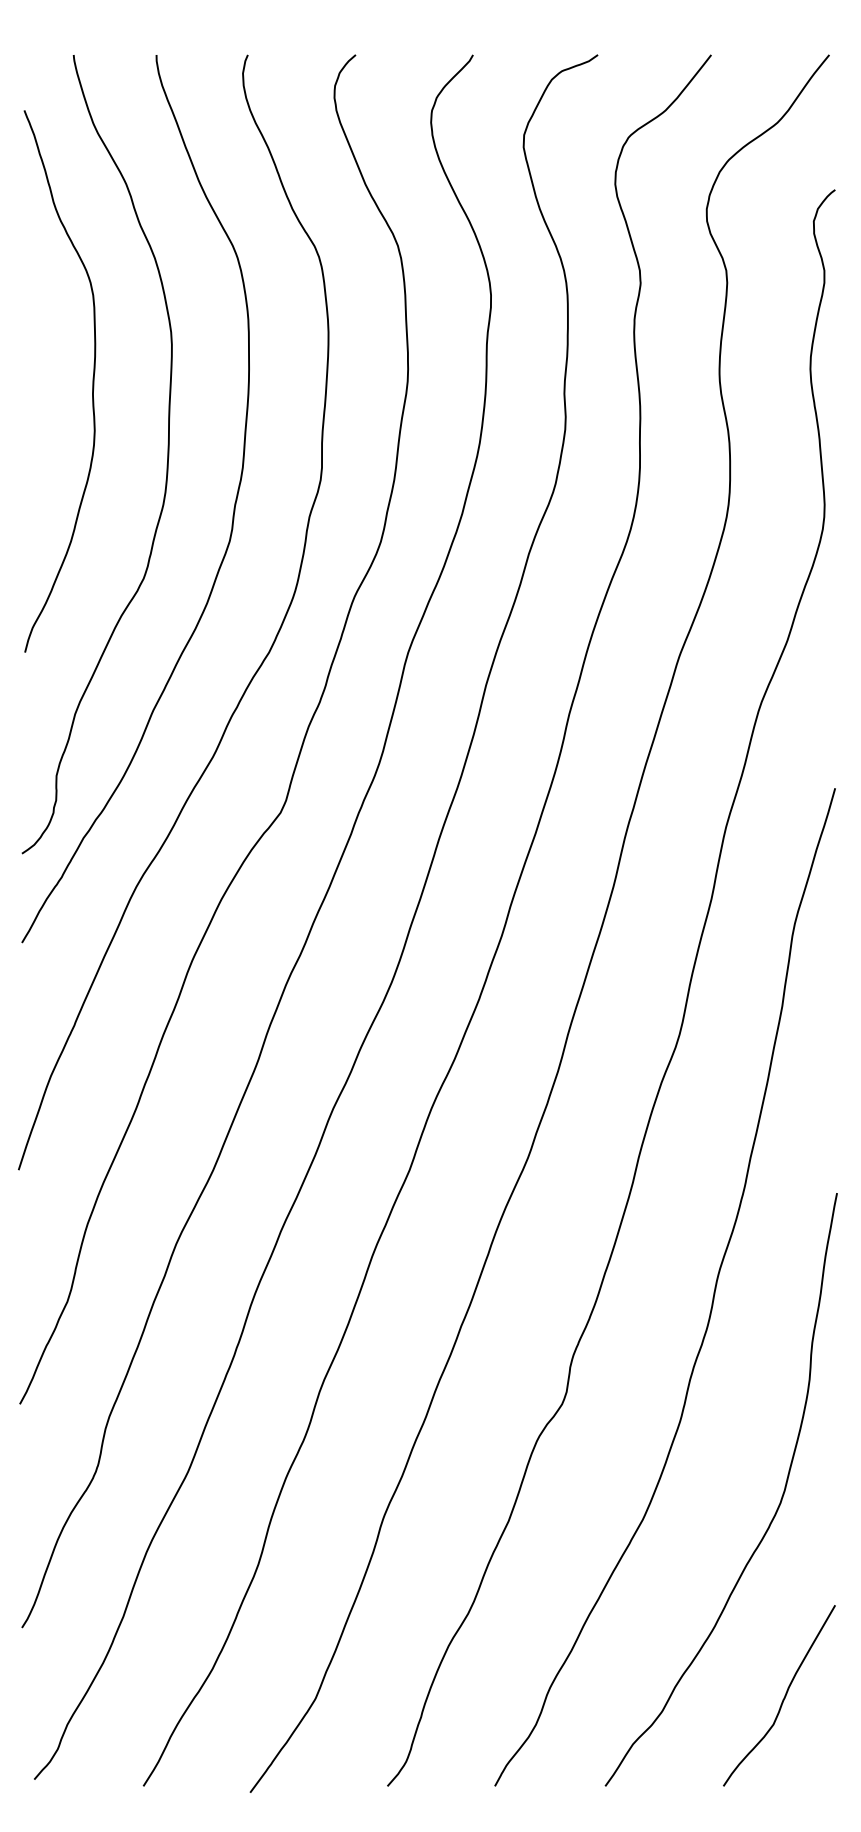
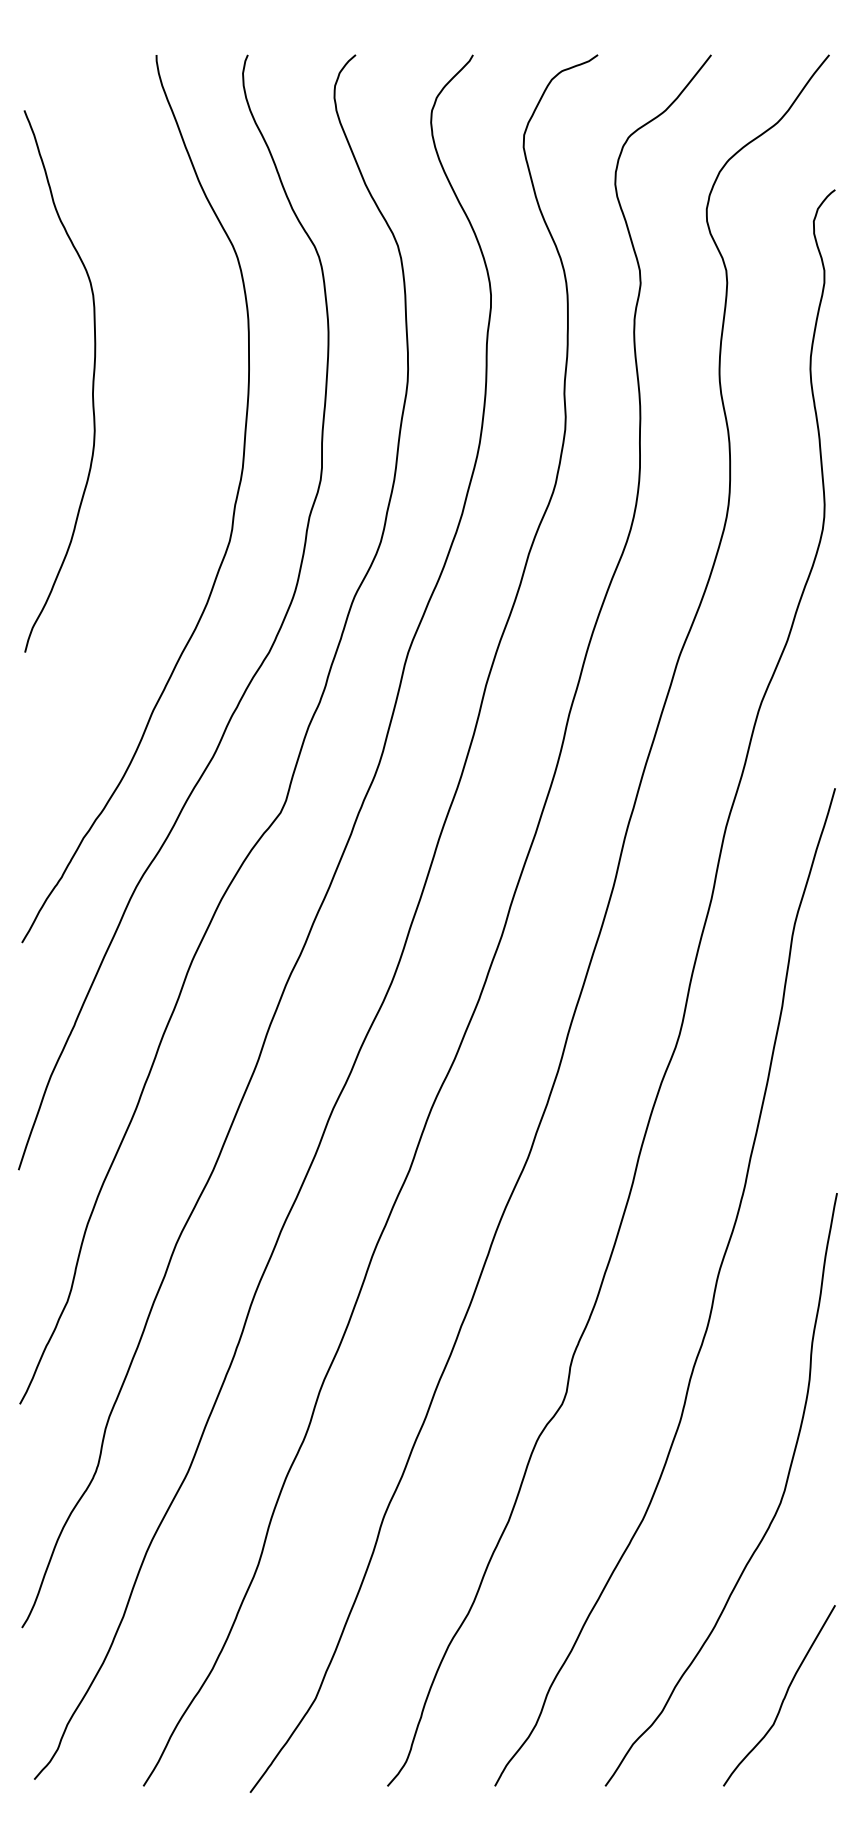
curve at (166, 464): present -> none
